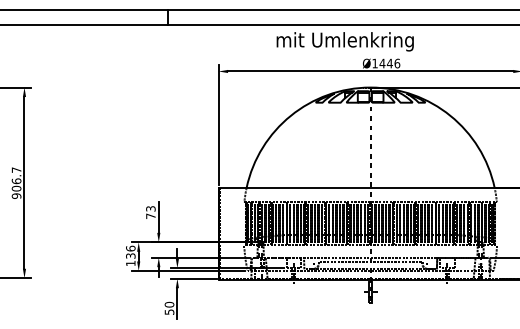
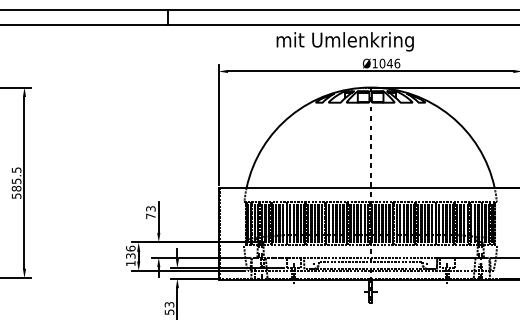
text at (382, 63): Ø1446 -> Ø1046
text at (16, 182): 906.7 -> 585.5
text at (169, 304): 50 -> 53
